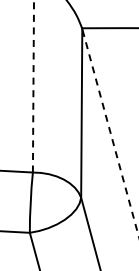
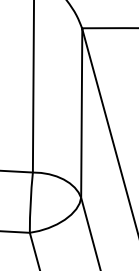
line at (33, 86): dashed -> solid
line at (110, 133): dashed -> solid
